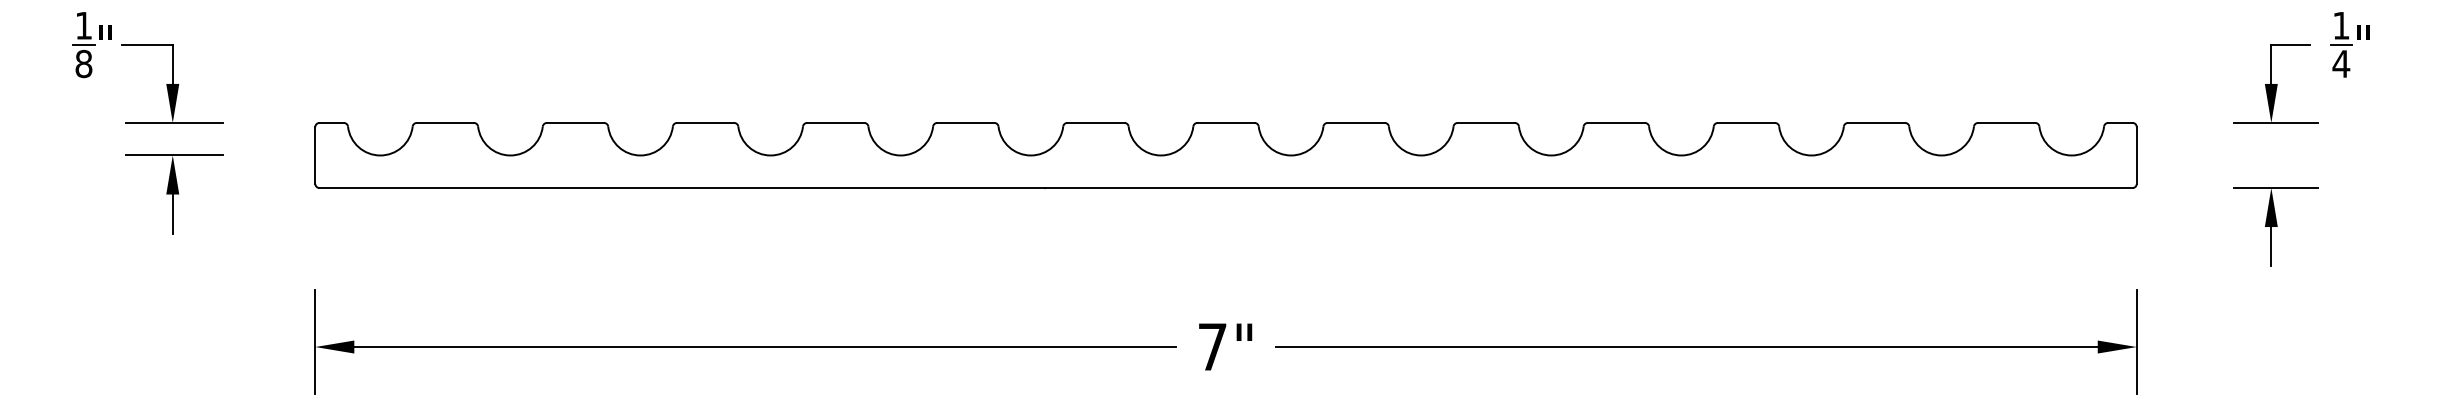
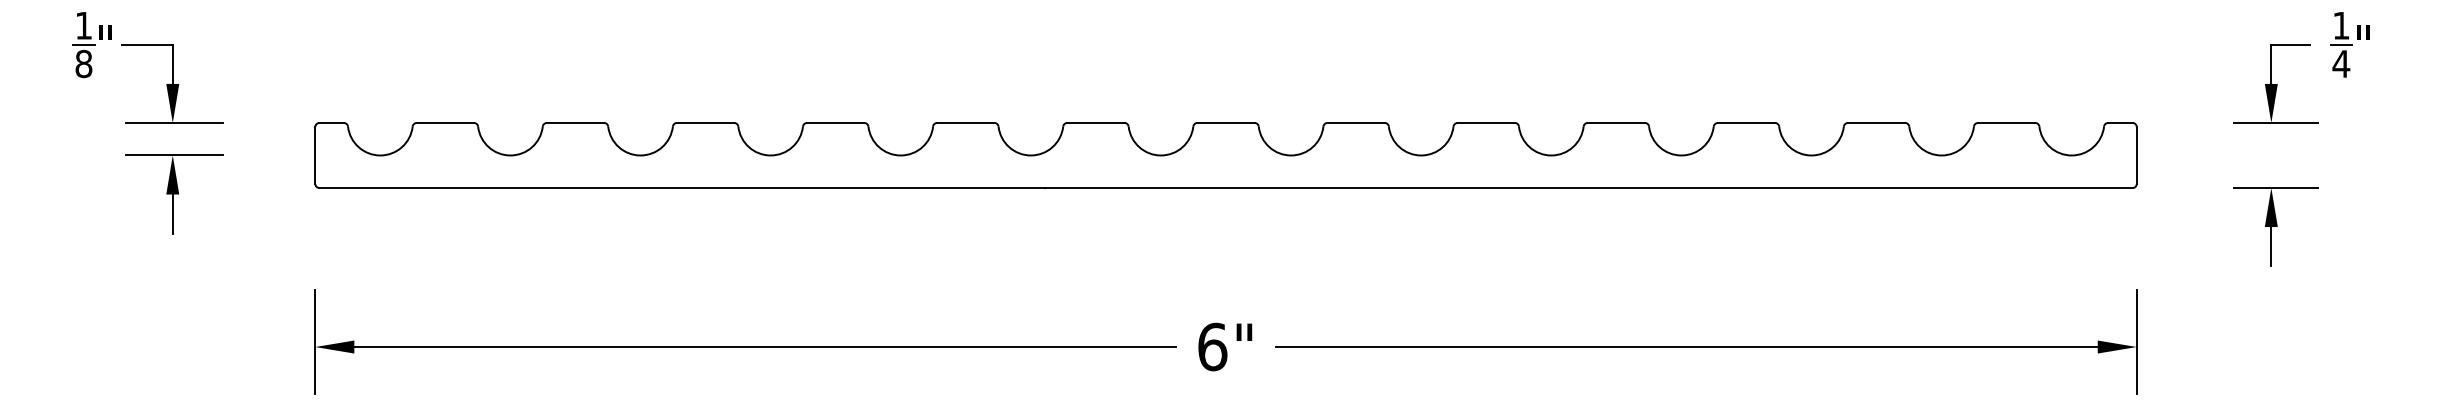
text at (1212, 346): 7" -> 6"
